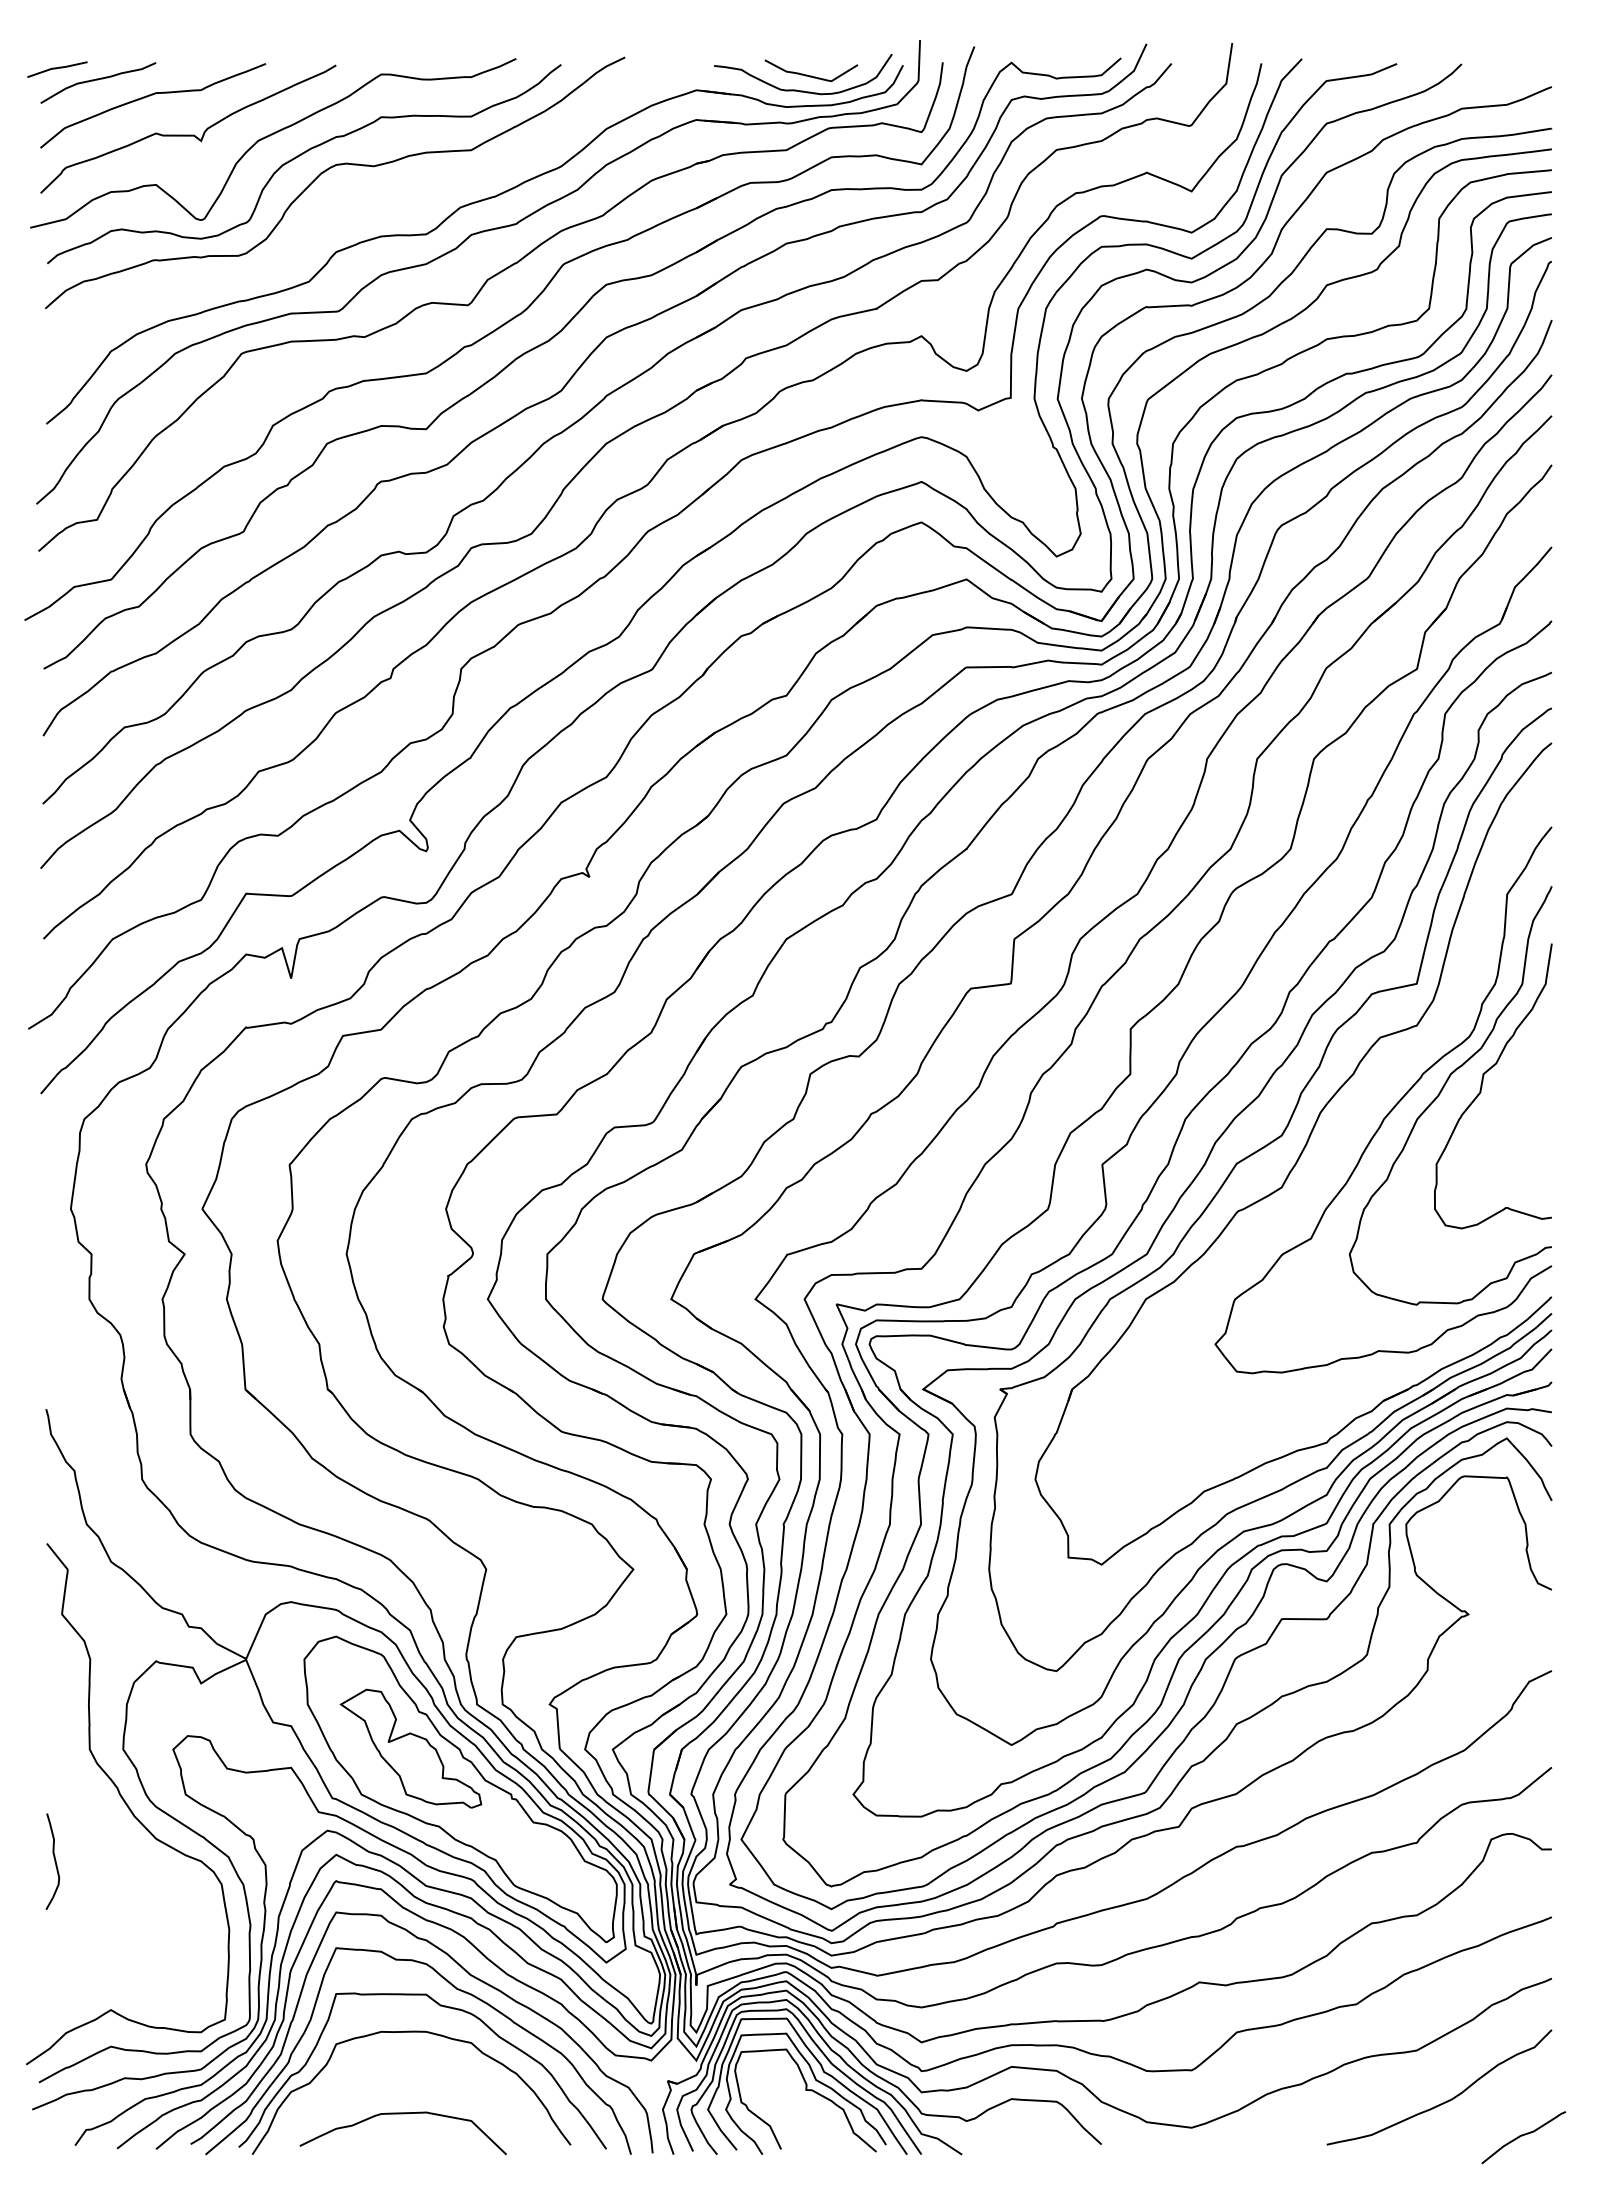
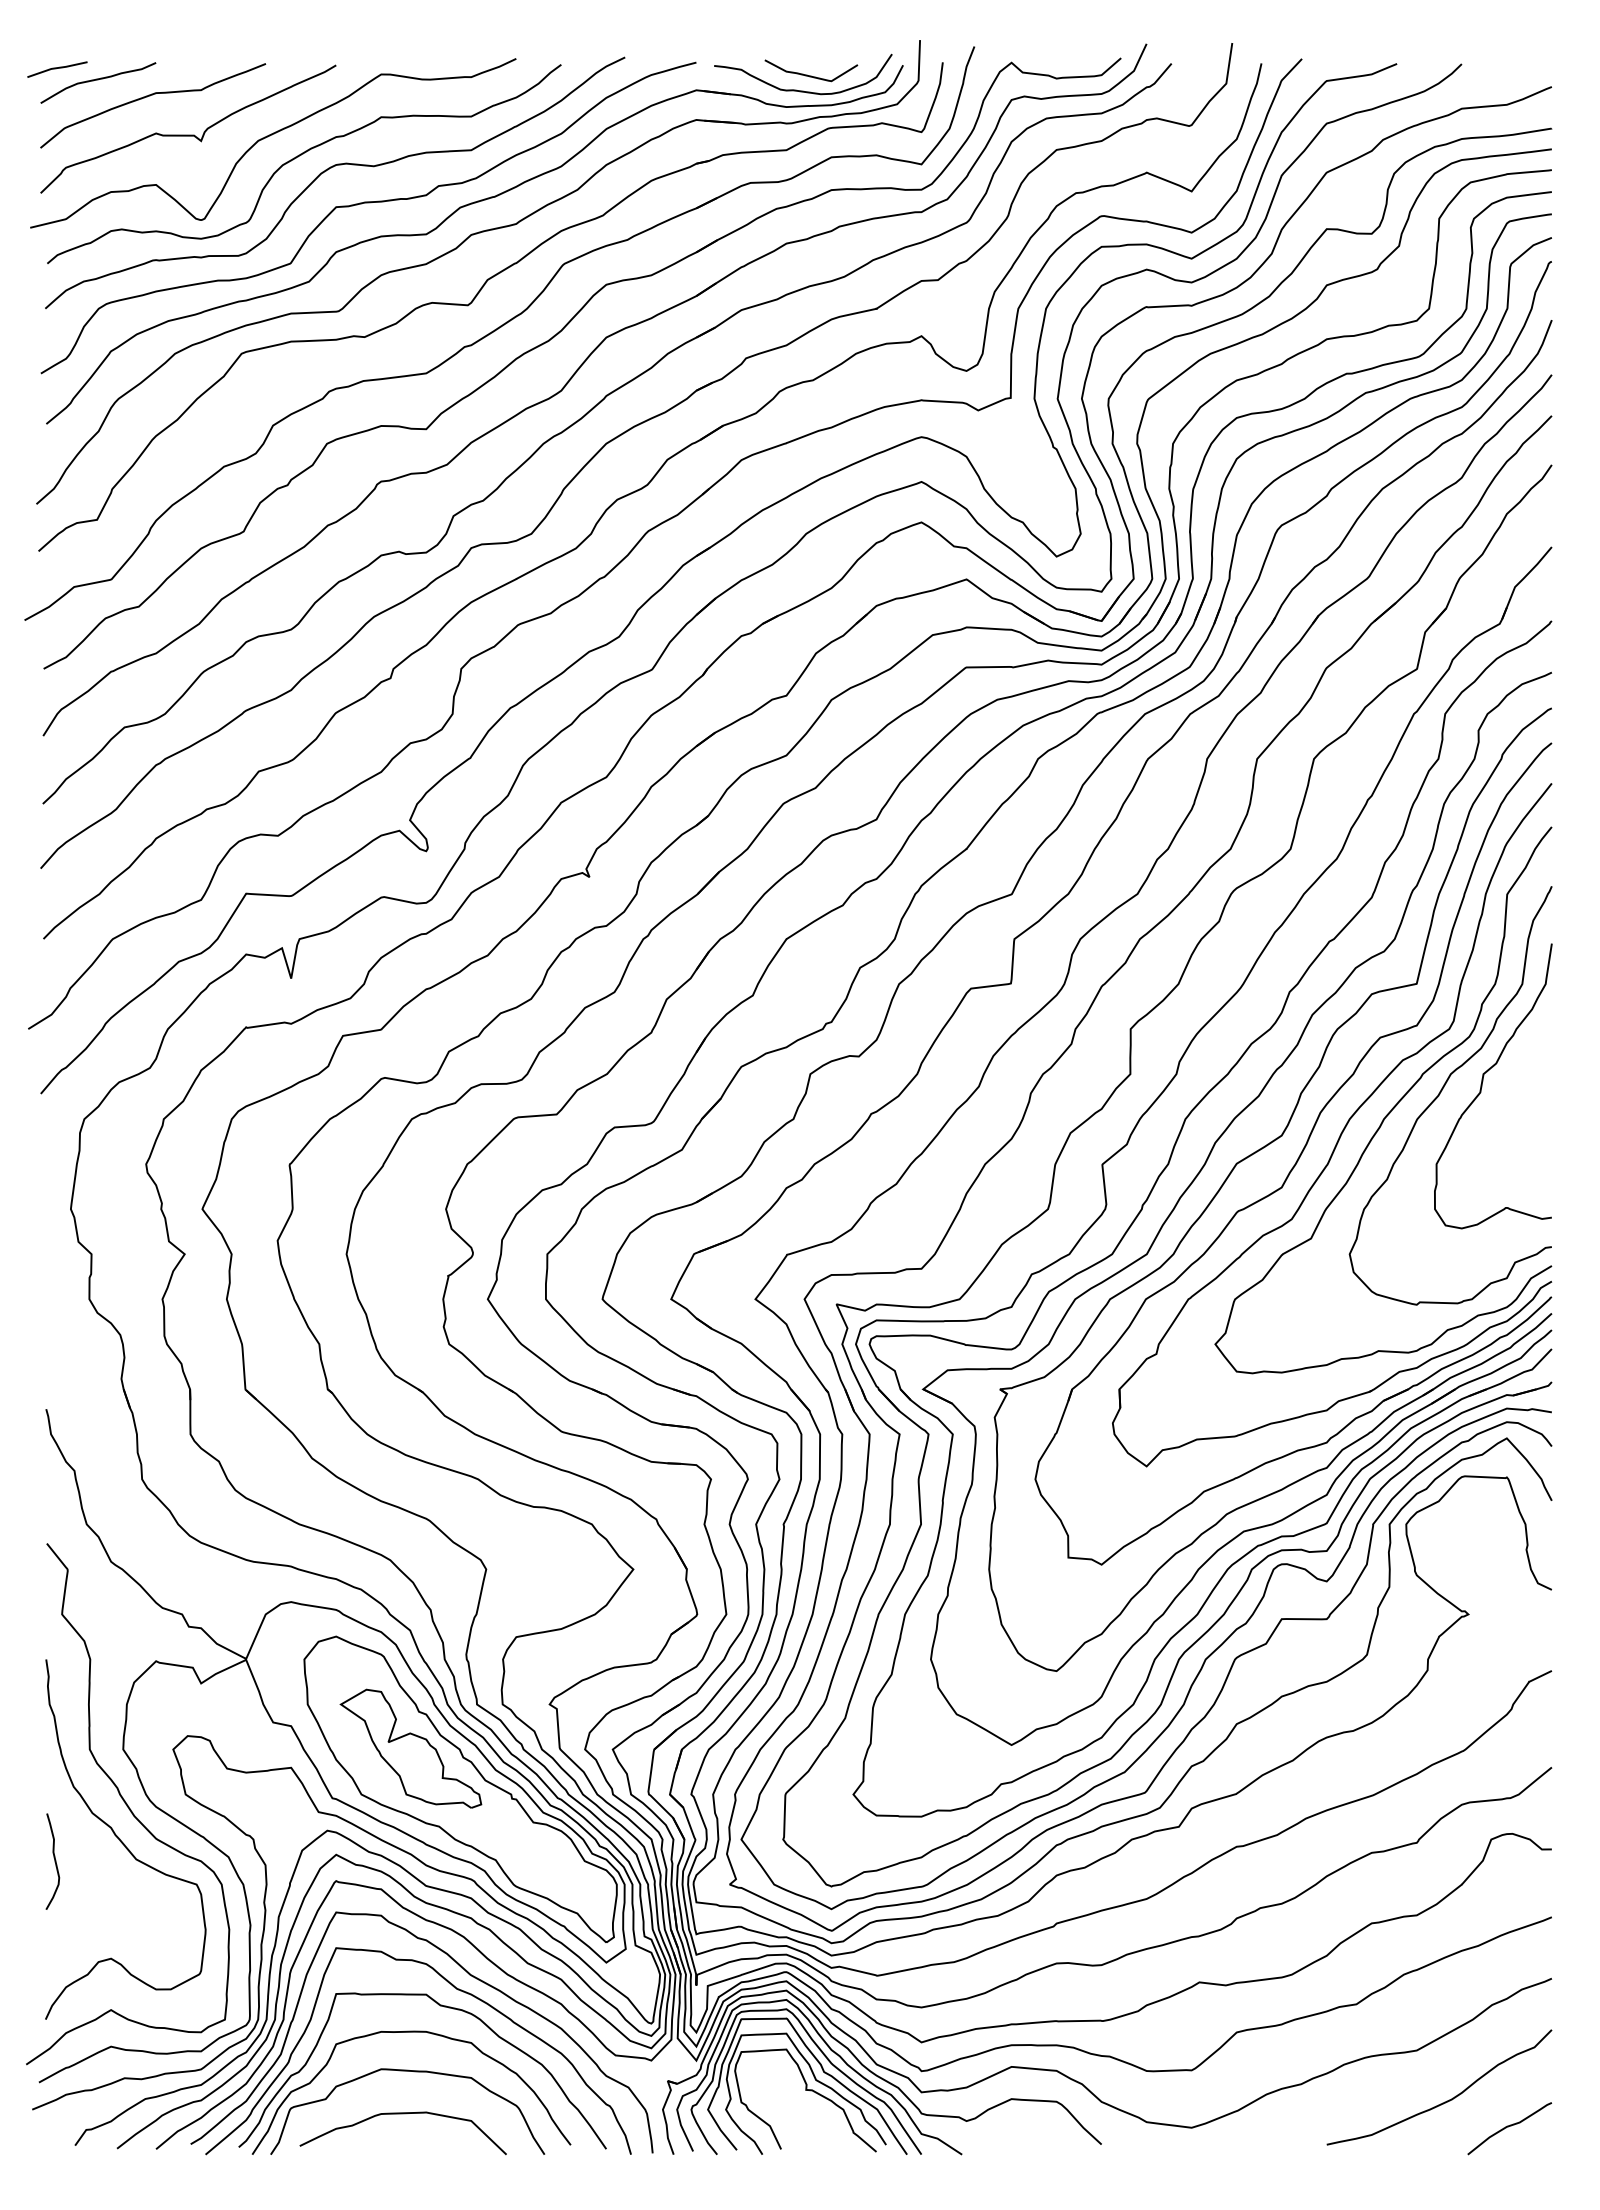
curve at (368, 203): none -> present
part at (1342, 1129): none -> present
curve at (122, 1841): none -> present
curve at (414, 2072): none -> present
curve at (1522, 2136) position: (1522, 2136) -> (1508, 2127)
